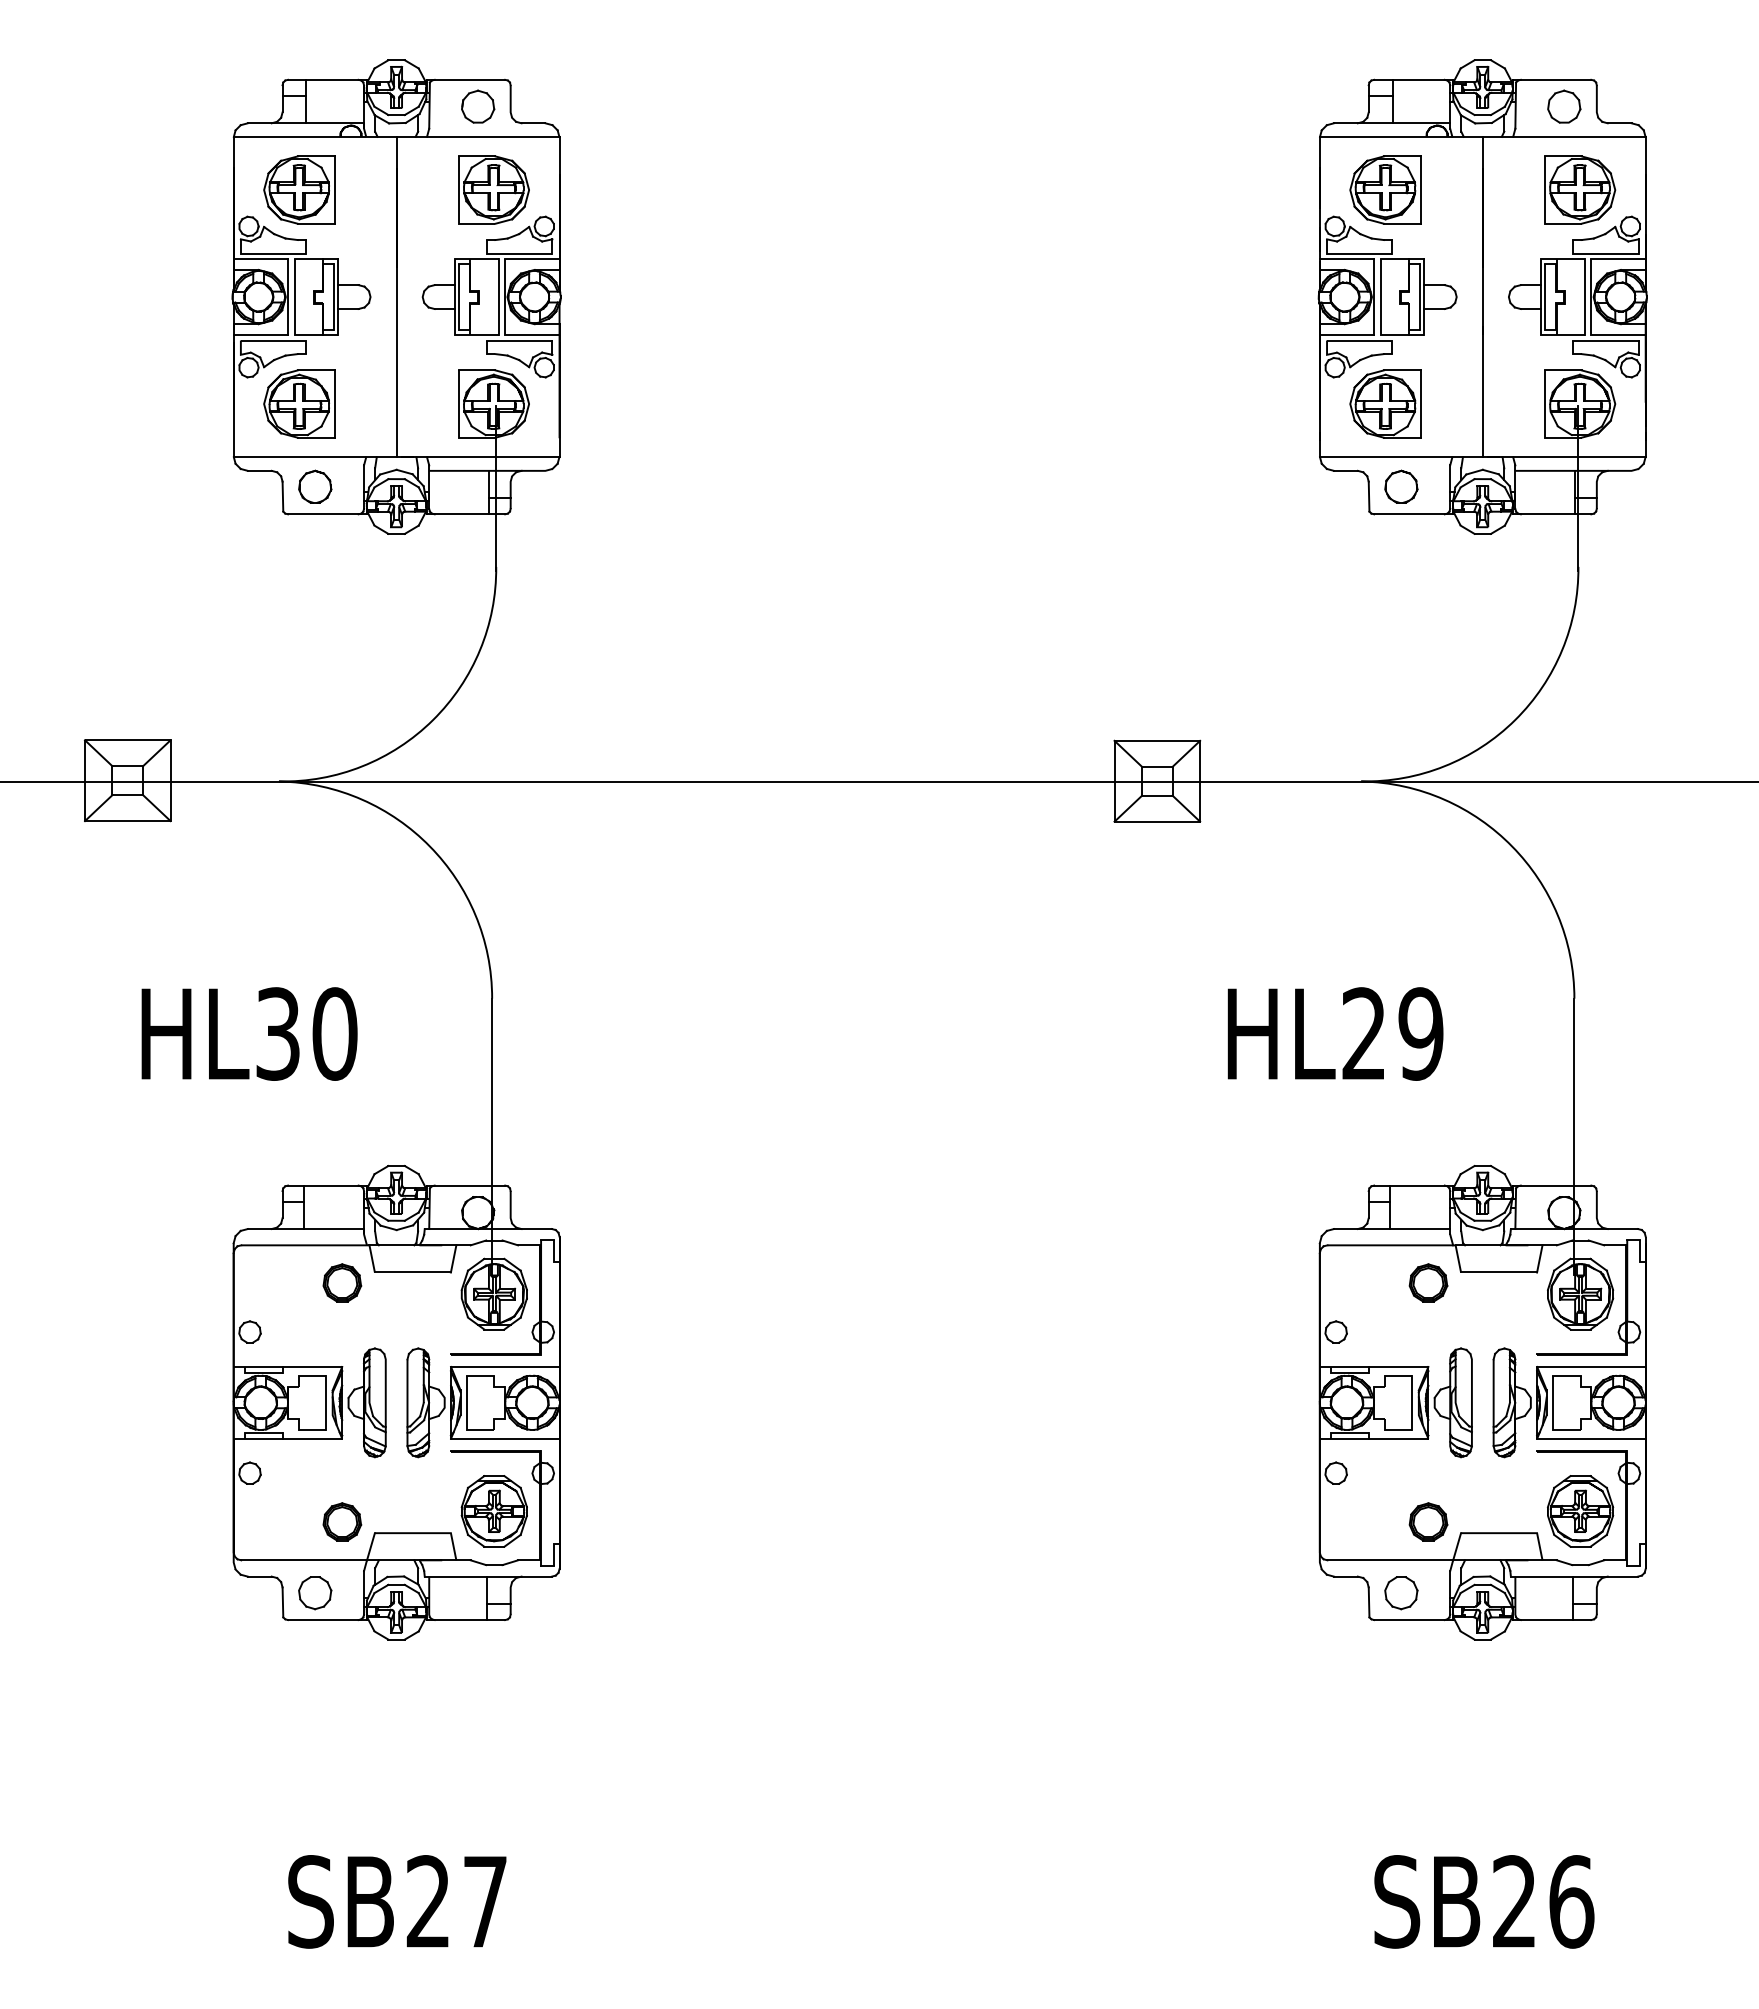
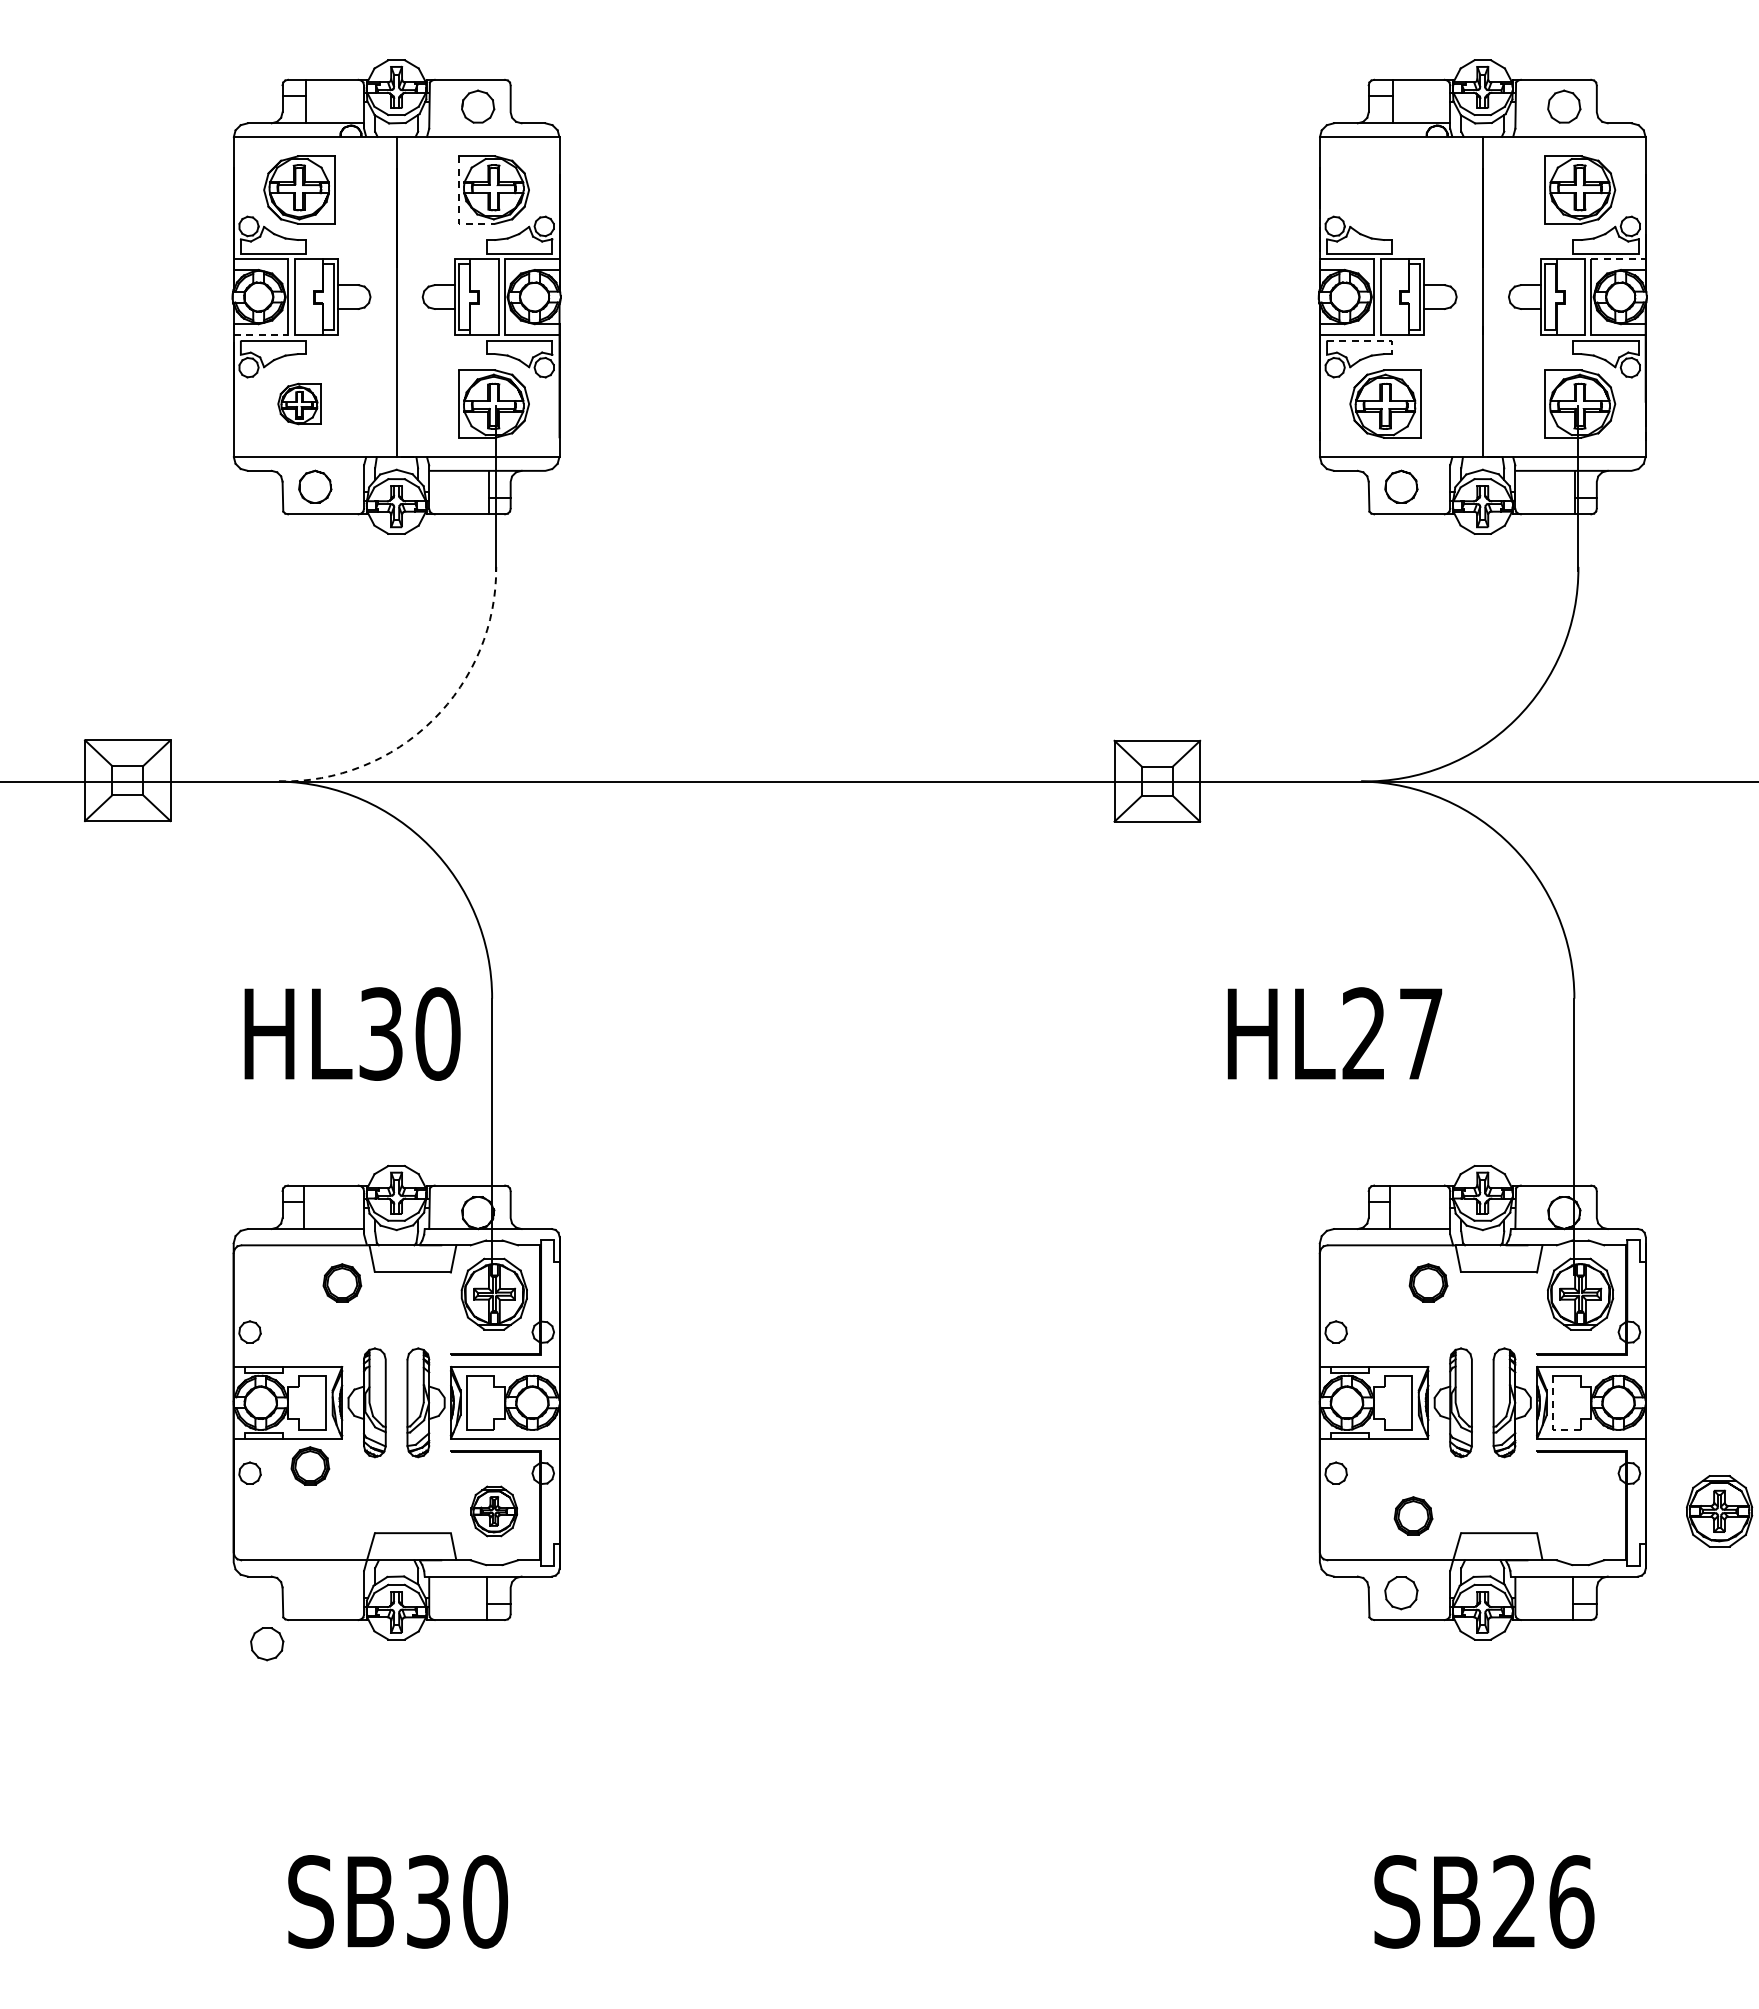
part at (1385, 189): present -> none
line at (458, 208): solid -> dashed
line at (1619, 259): solid -> dashed
line at (261, 335): solid -> dashed
line at (1367, 340): solid -> dashed
part at (299, 403) size: 73x70 px -> 45x44 px
arc at (433, 720): solid -> dashed
text at (249, 1033) position: (249, 1033) -> (352, 1033)
text at (1420, 1033): HL29 -> HL27
line at (1553, 1417): solid -> dashed
part at (493, 1511) size: 68x73 px -> 49x53 px
part at (1580, 1511) position: (1580, 1511) -> (1719, 1511)
part at (342, 1521) position: (342, 1521) -> (310, 1465)
part at (1428, 1521) position: (1428, 1521) -> (1413, 1515)
part at (315, 1593) position: (315, 1593) -> (267, 1644)
text at (457, 1901): SB27 -> SB30
